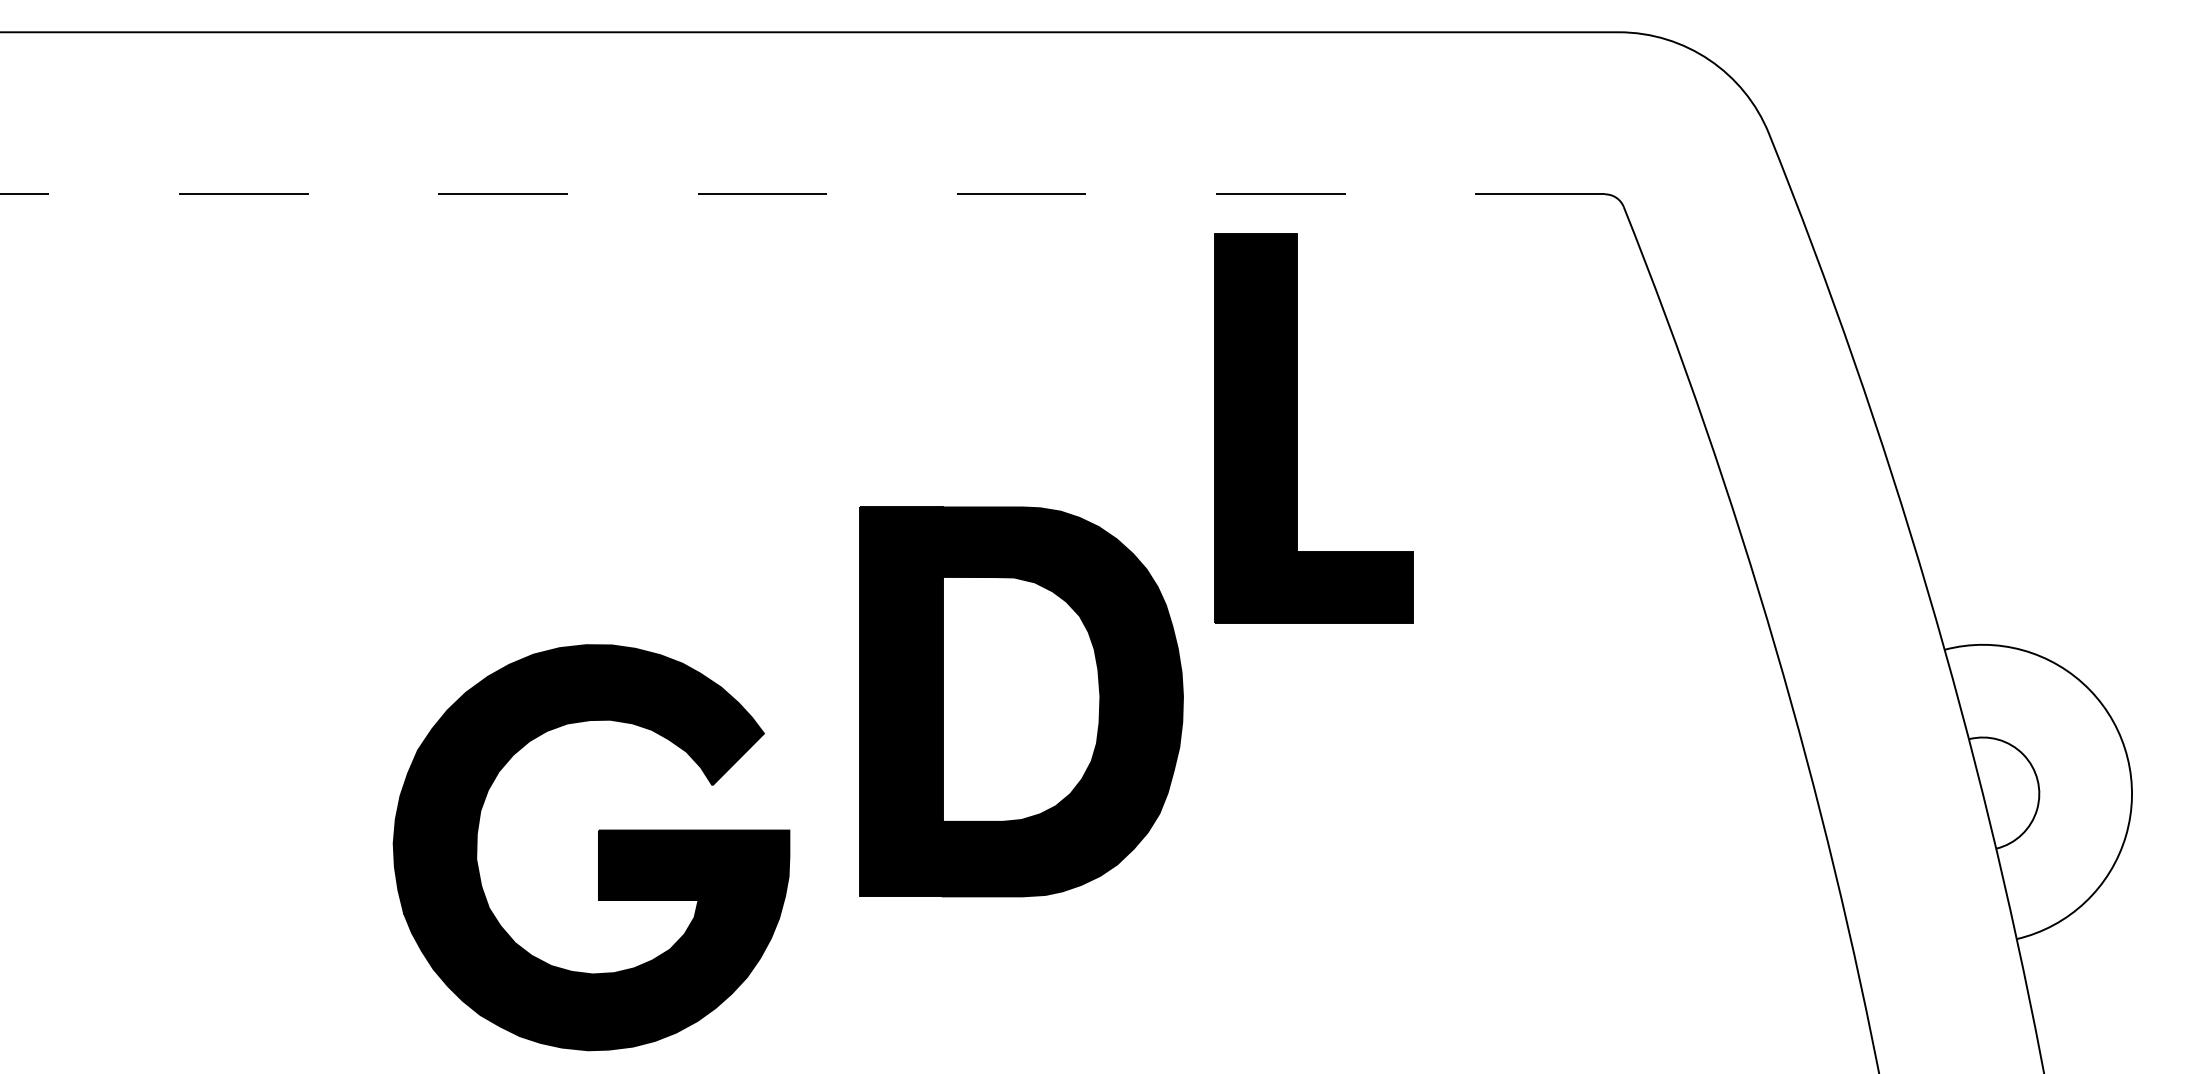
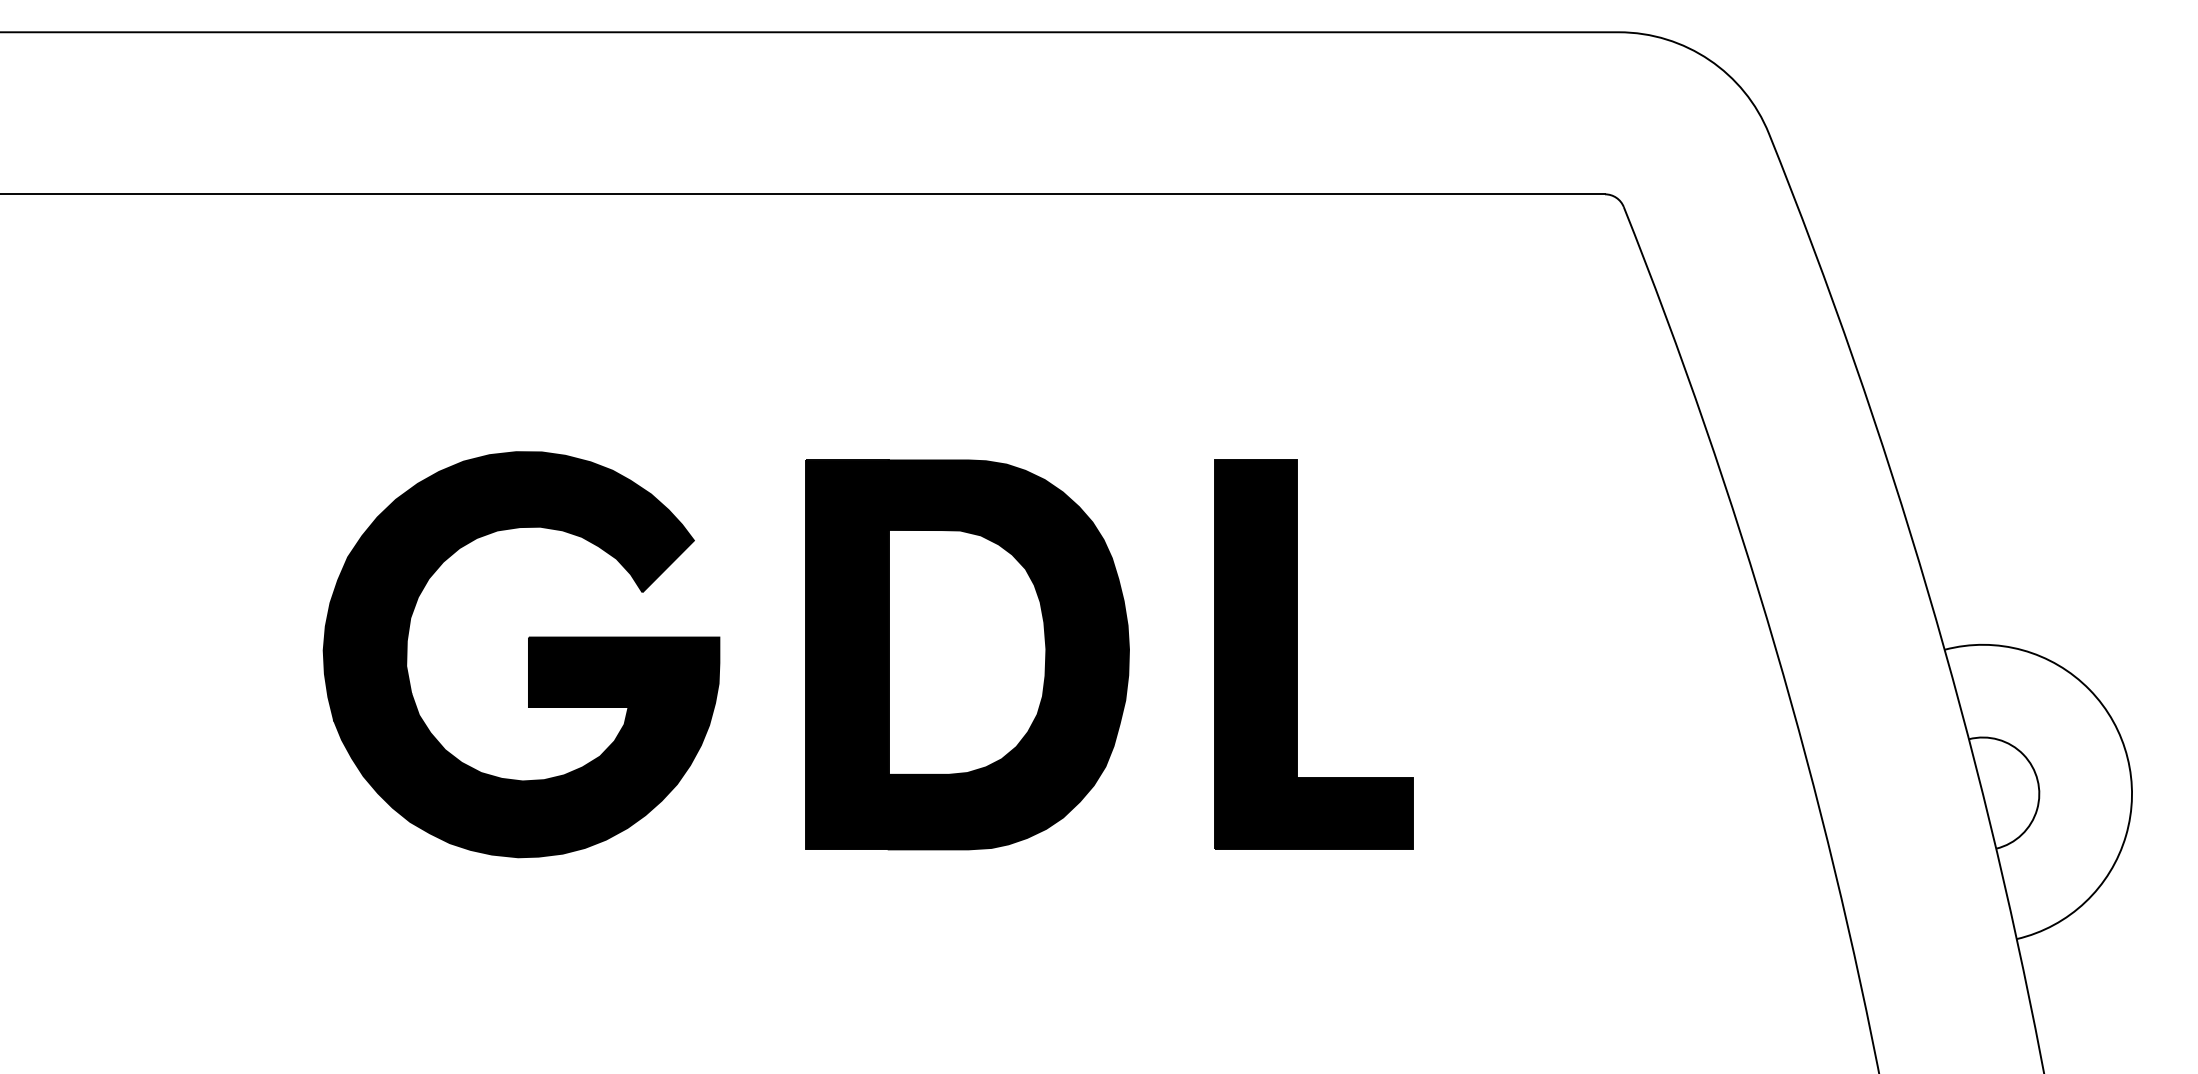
line at (802, 194): dashed -> solid
part at (1297, 428) position: (1297, 428) -> (1297, 654)
part at (1021, 701) position: (1021, 701) -> (967, 654)
part at (598, 847) position: (598, 847) -> (528, 654)
